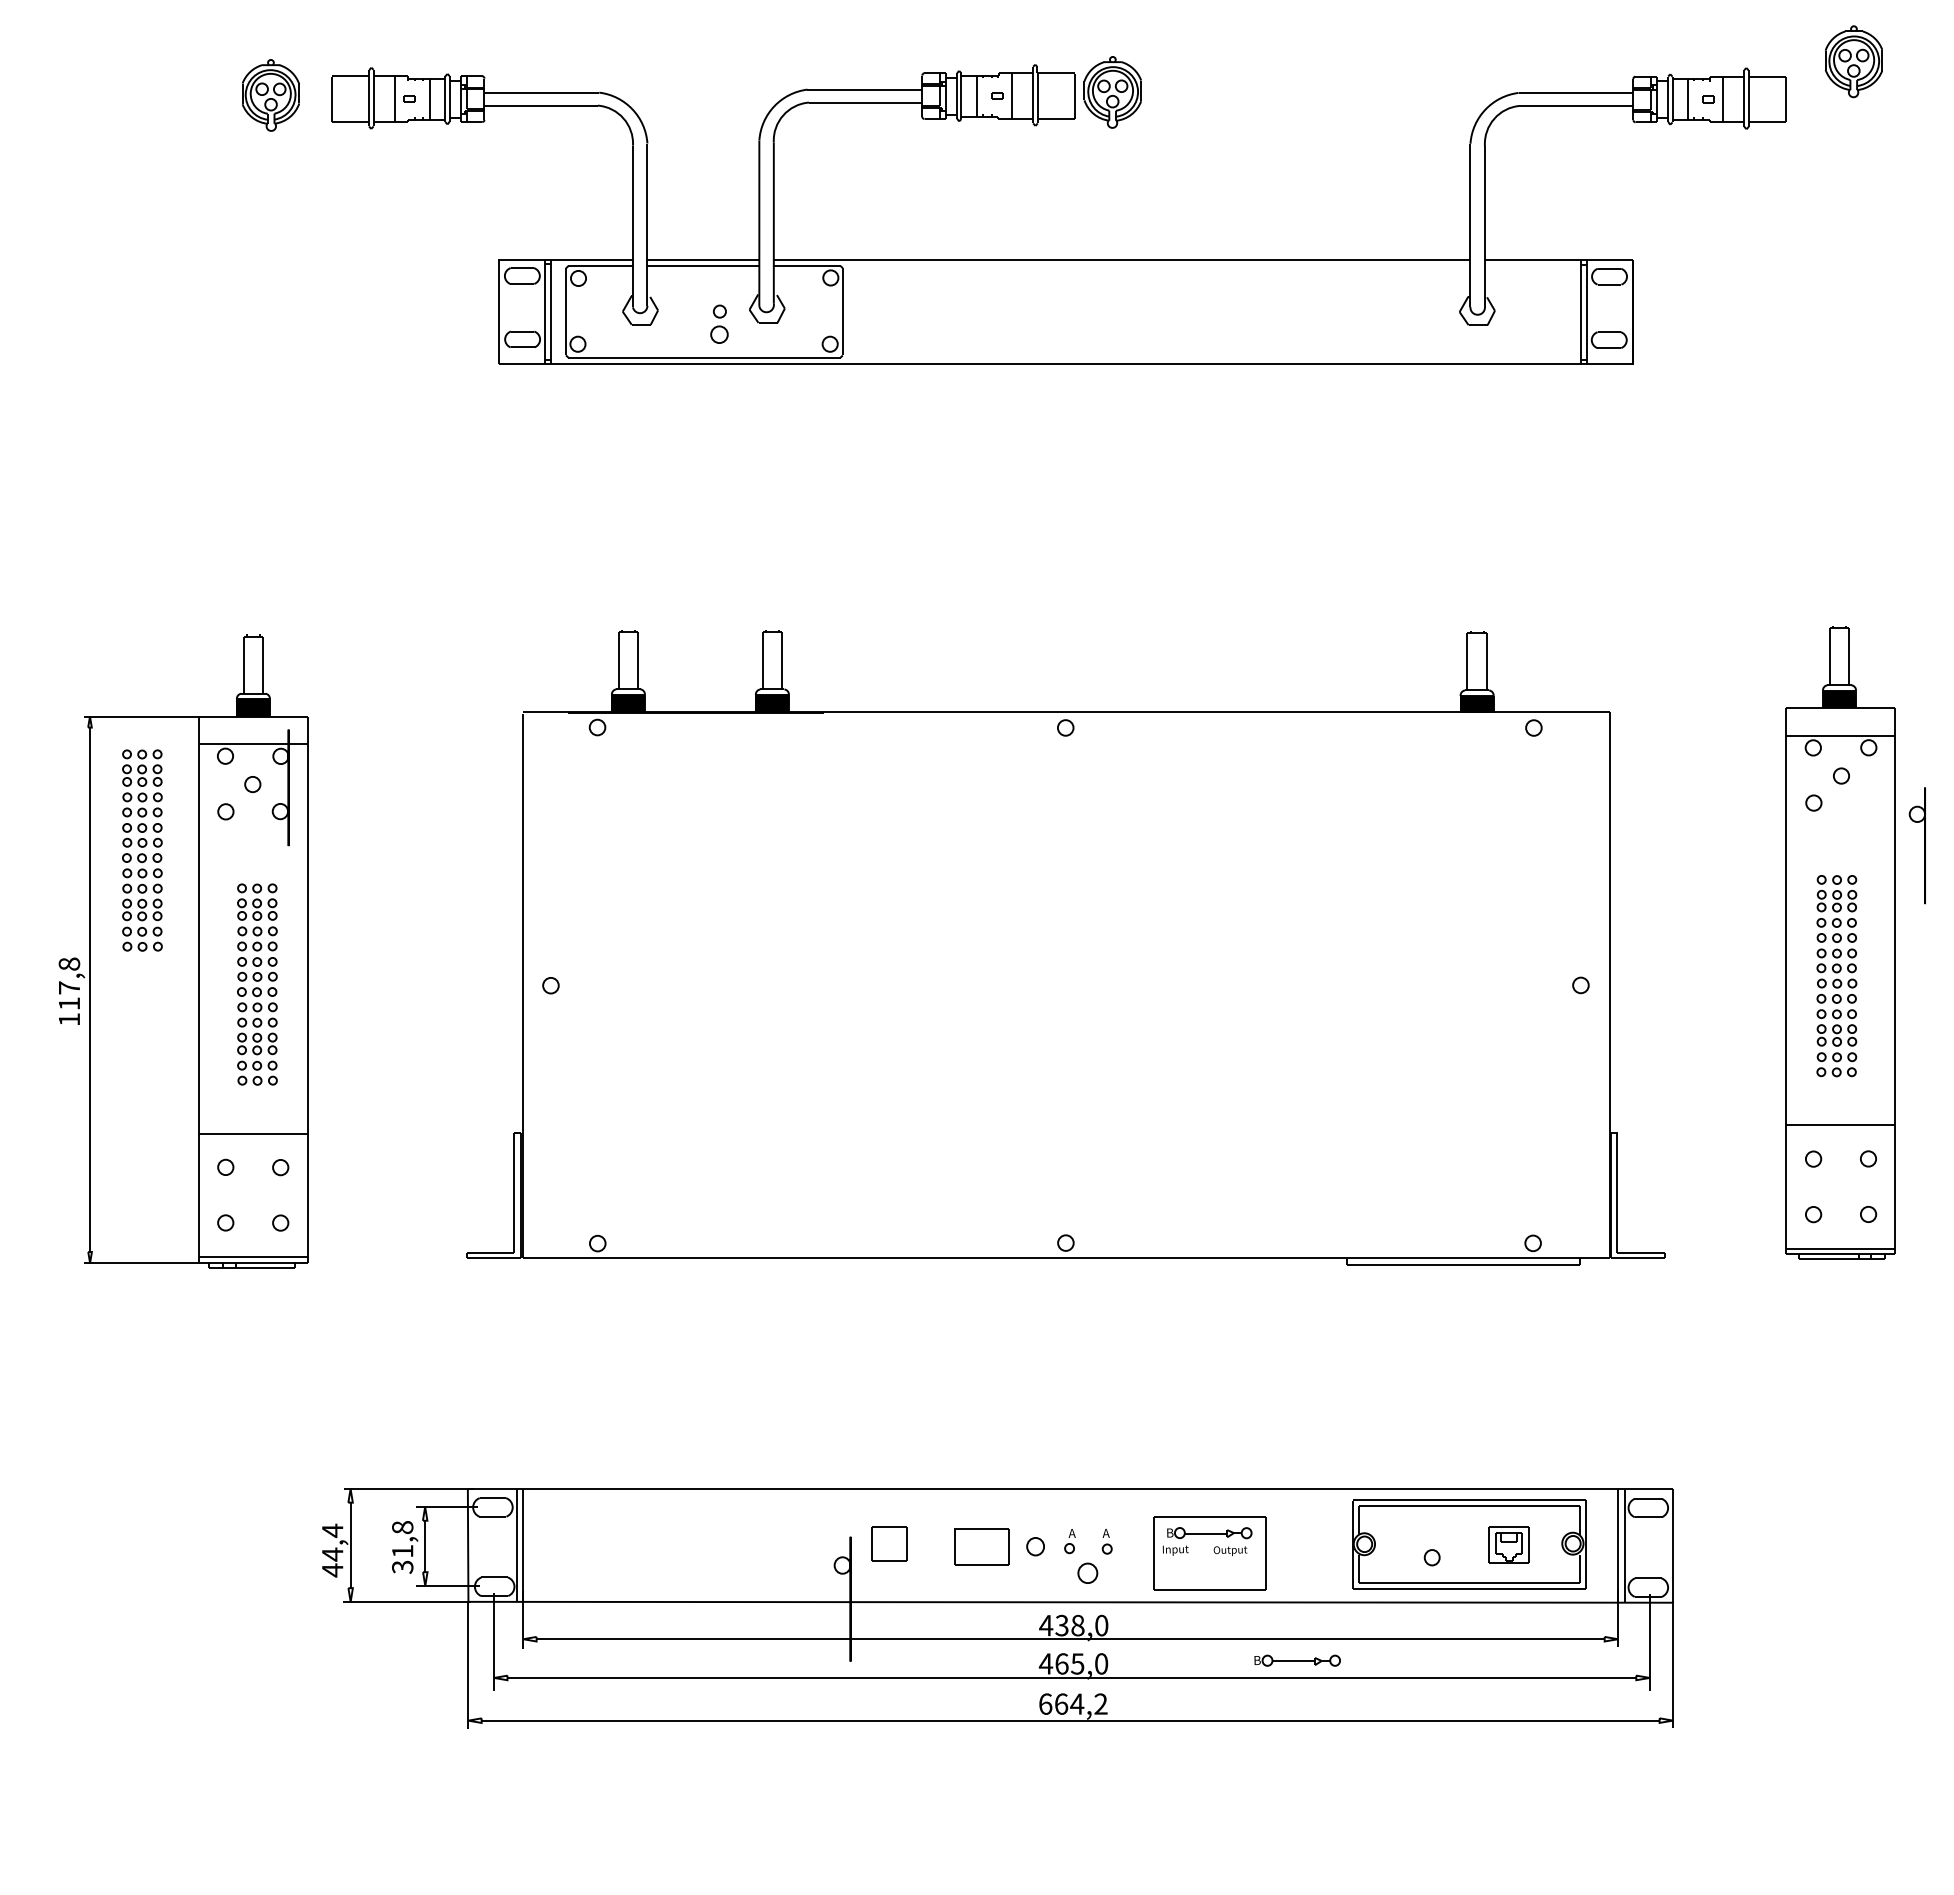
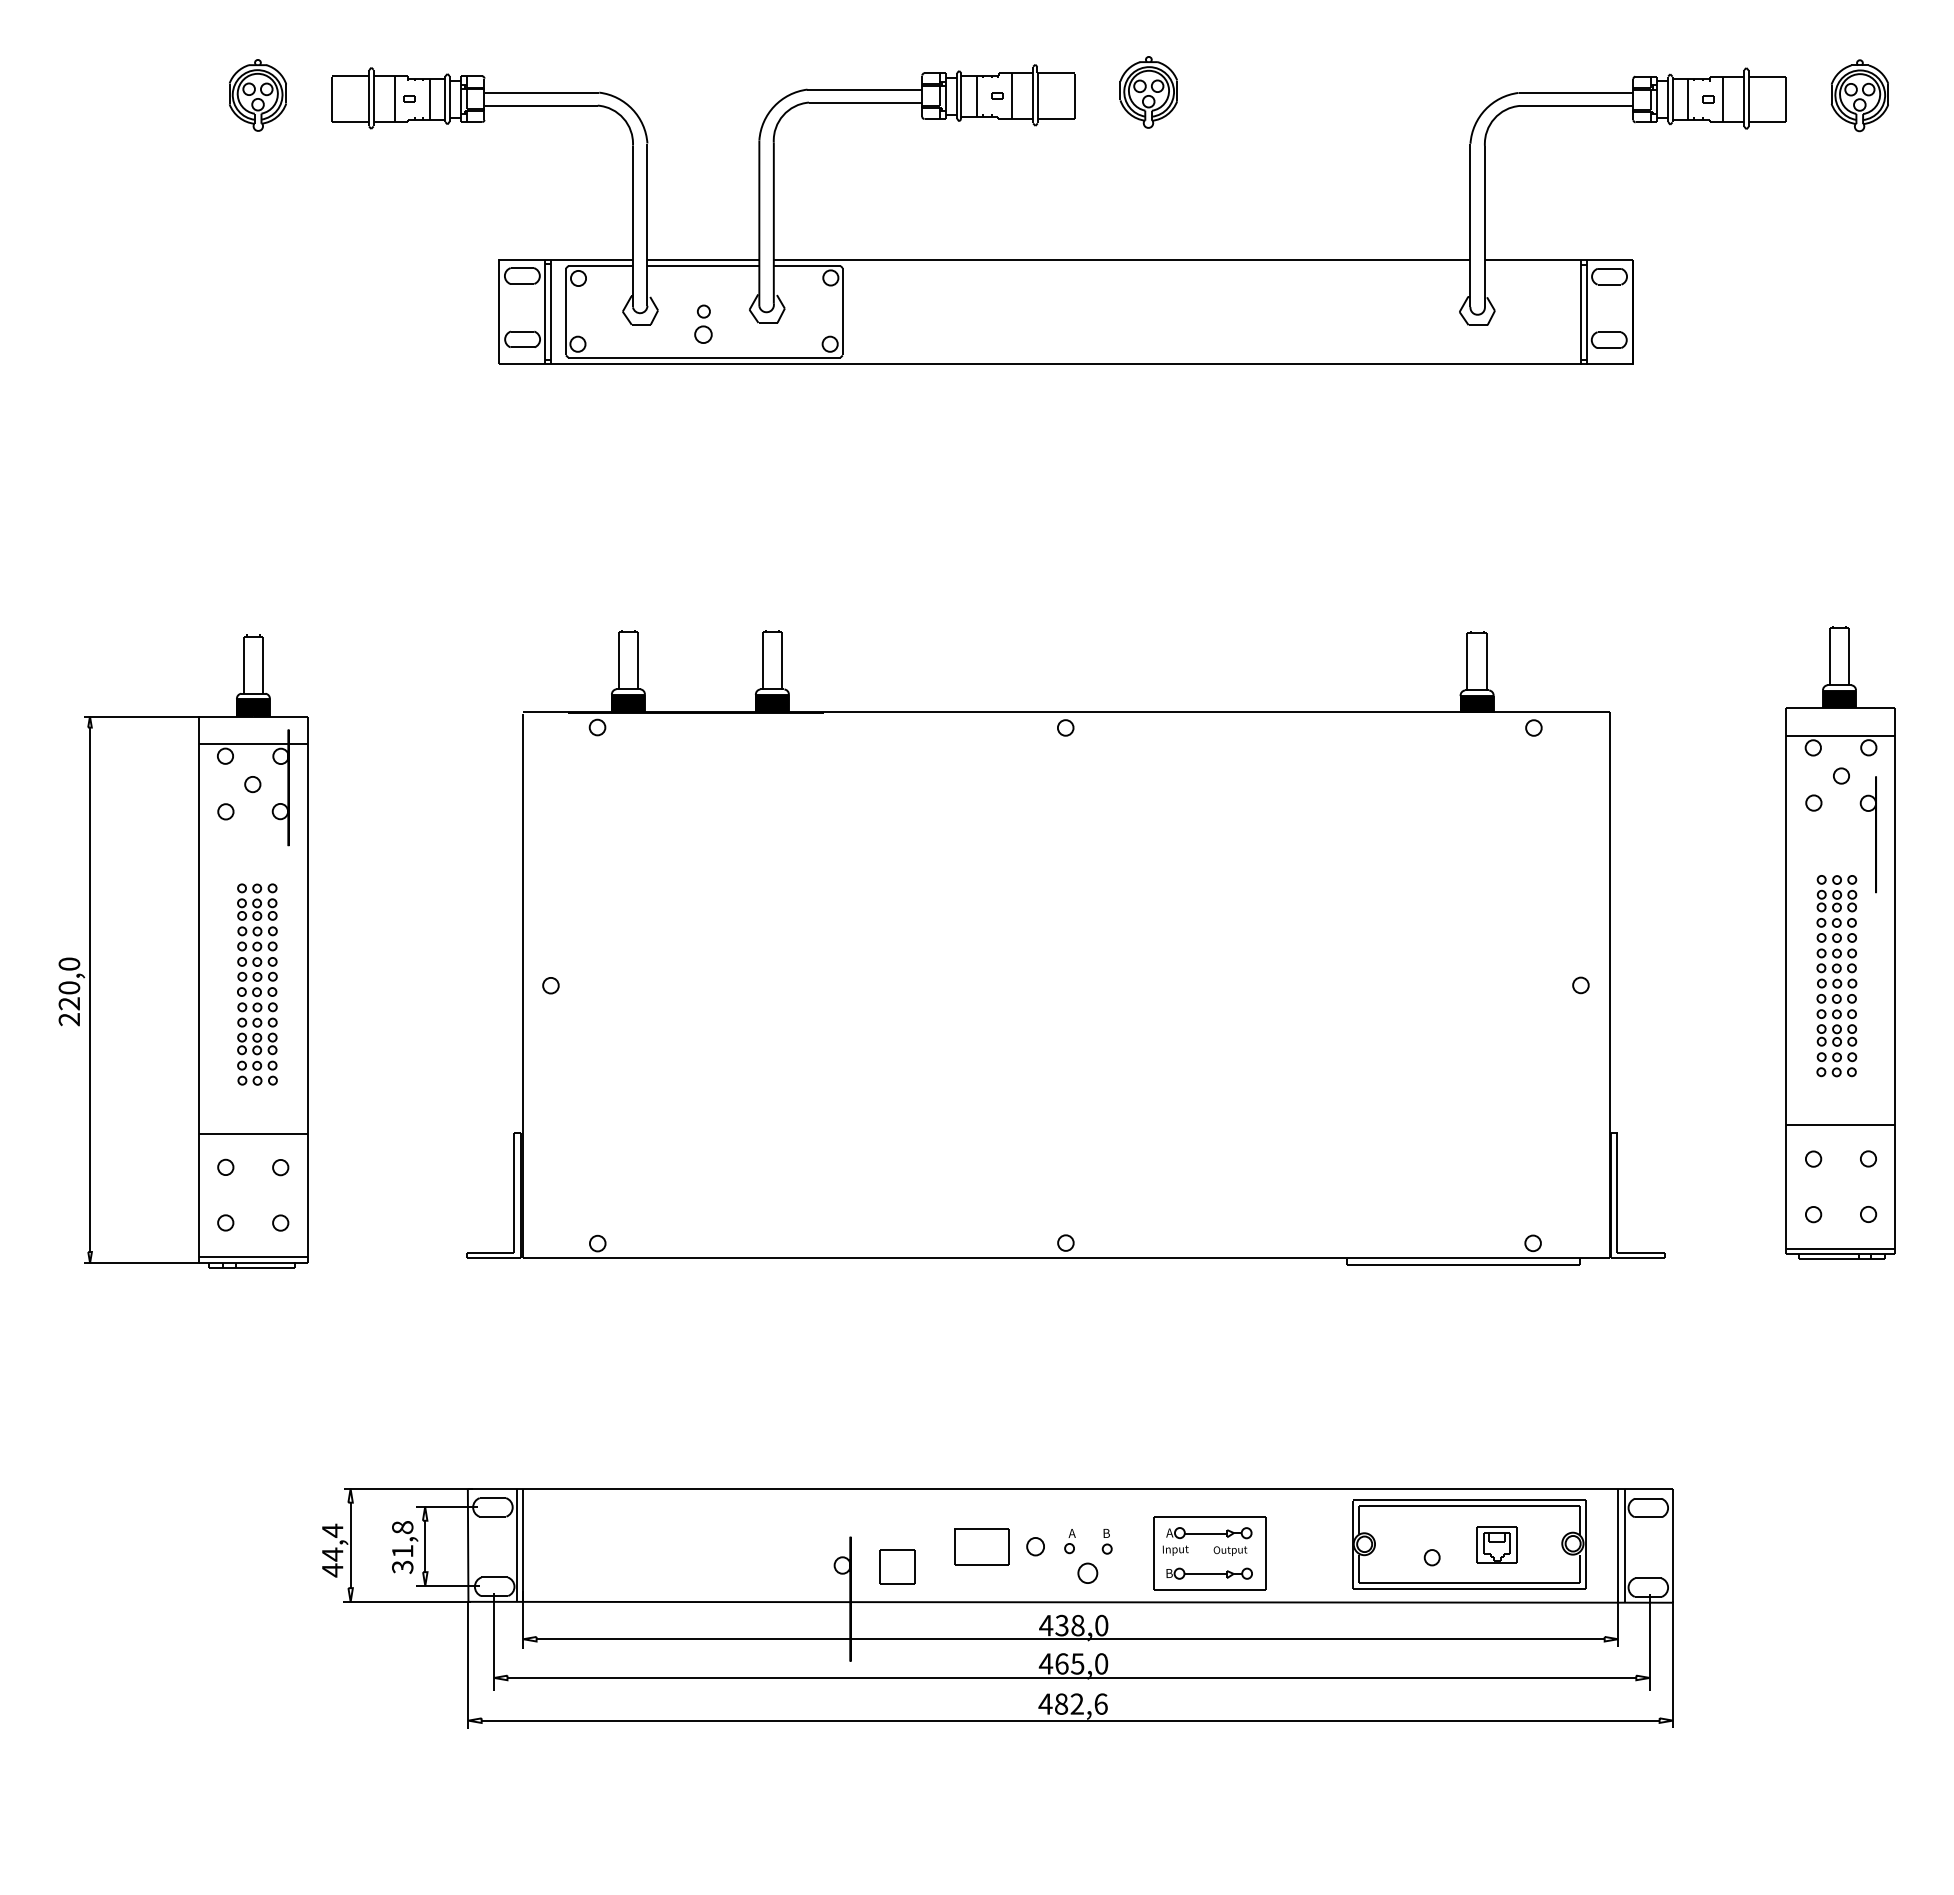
part at (1853, 61) position: (1853, 61) -> (1859, 95)
part at (1112, 92) position: (1112, 92) -> (1148, 92)
part at (270, 95) position: (270, 95) -> (257, 95)
part at (719, 323) position: (719, 323) -> (703, 323)
part at (1924, 845) position: (1924, 845) -> (1875, 834)
part at (142, 850): present -> none
text at (69, 991): 117,8 -> 220,0
text at (1169, 1532): В -> А
text at (1105, 1533): А -> В
part at (889, 1543) position: (889, 1543) -> (897, 1566)
part at (1508, 1544) position: (1508, 1544) -> (1496, 1544)
part at (1297, 1660) position: (1297, 1660) -> (1209, 1573)
text at (1072, 1703): 664,2 -> 482,6
